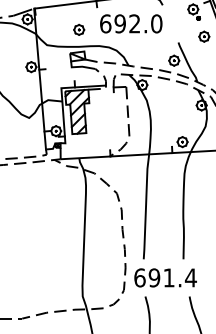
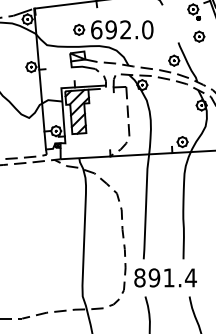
text at (131, 23) position: (131, 23) -> (122, 29)
part at (204, 36) position: (204, 36) -> (199, 36)
text at (139, 277): 691.4 -> 891.4
